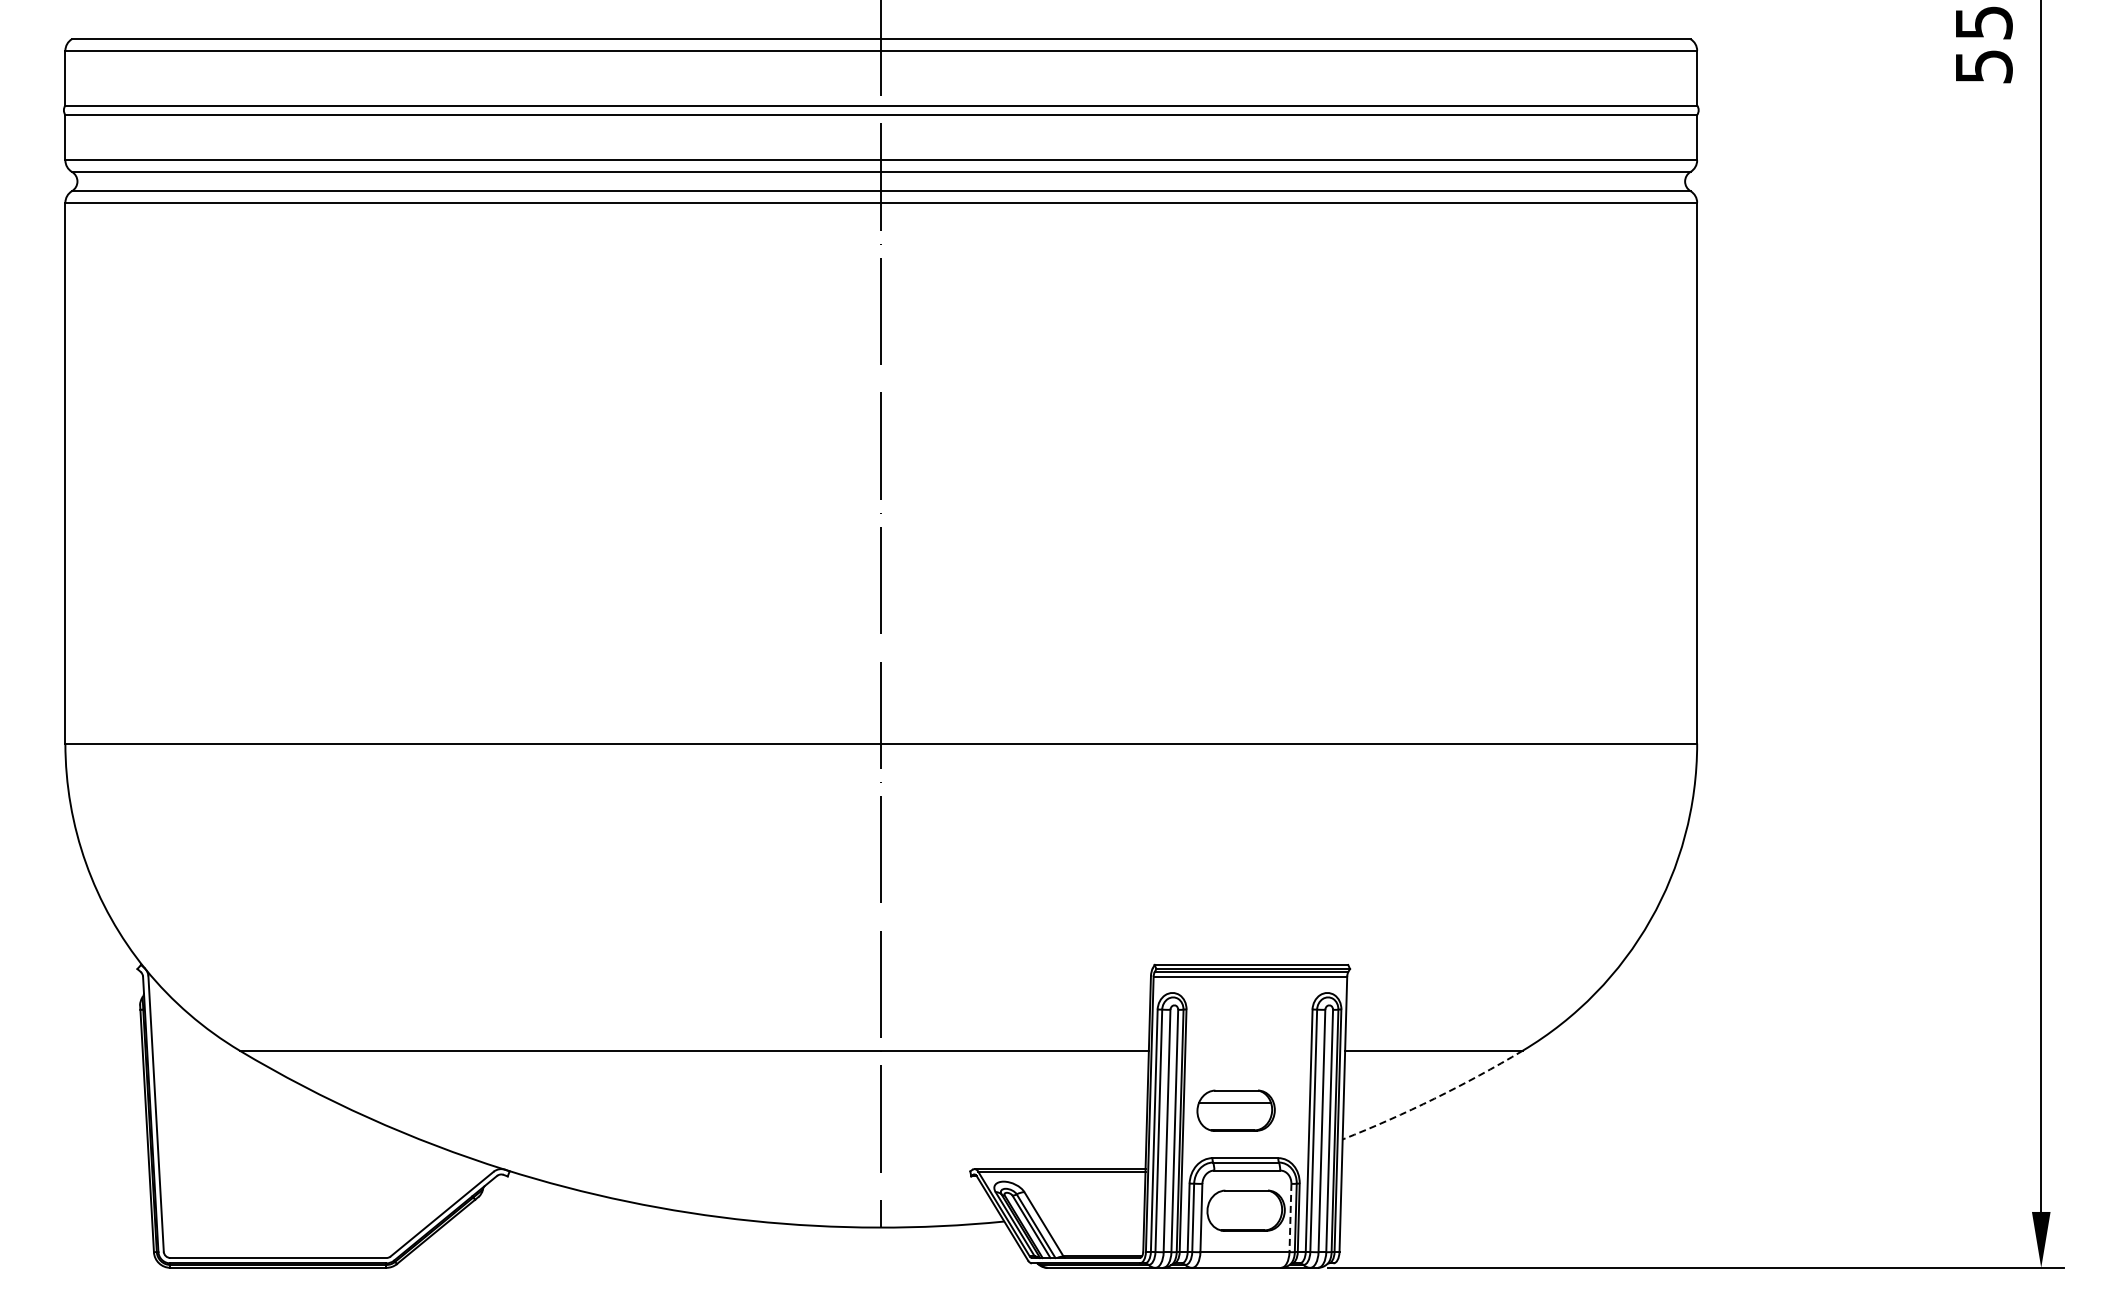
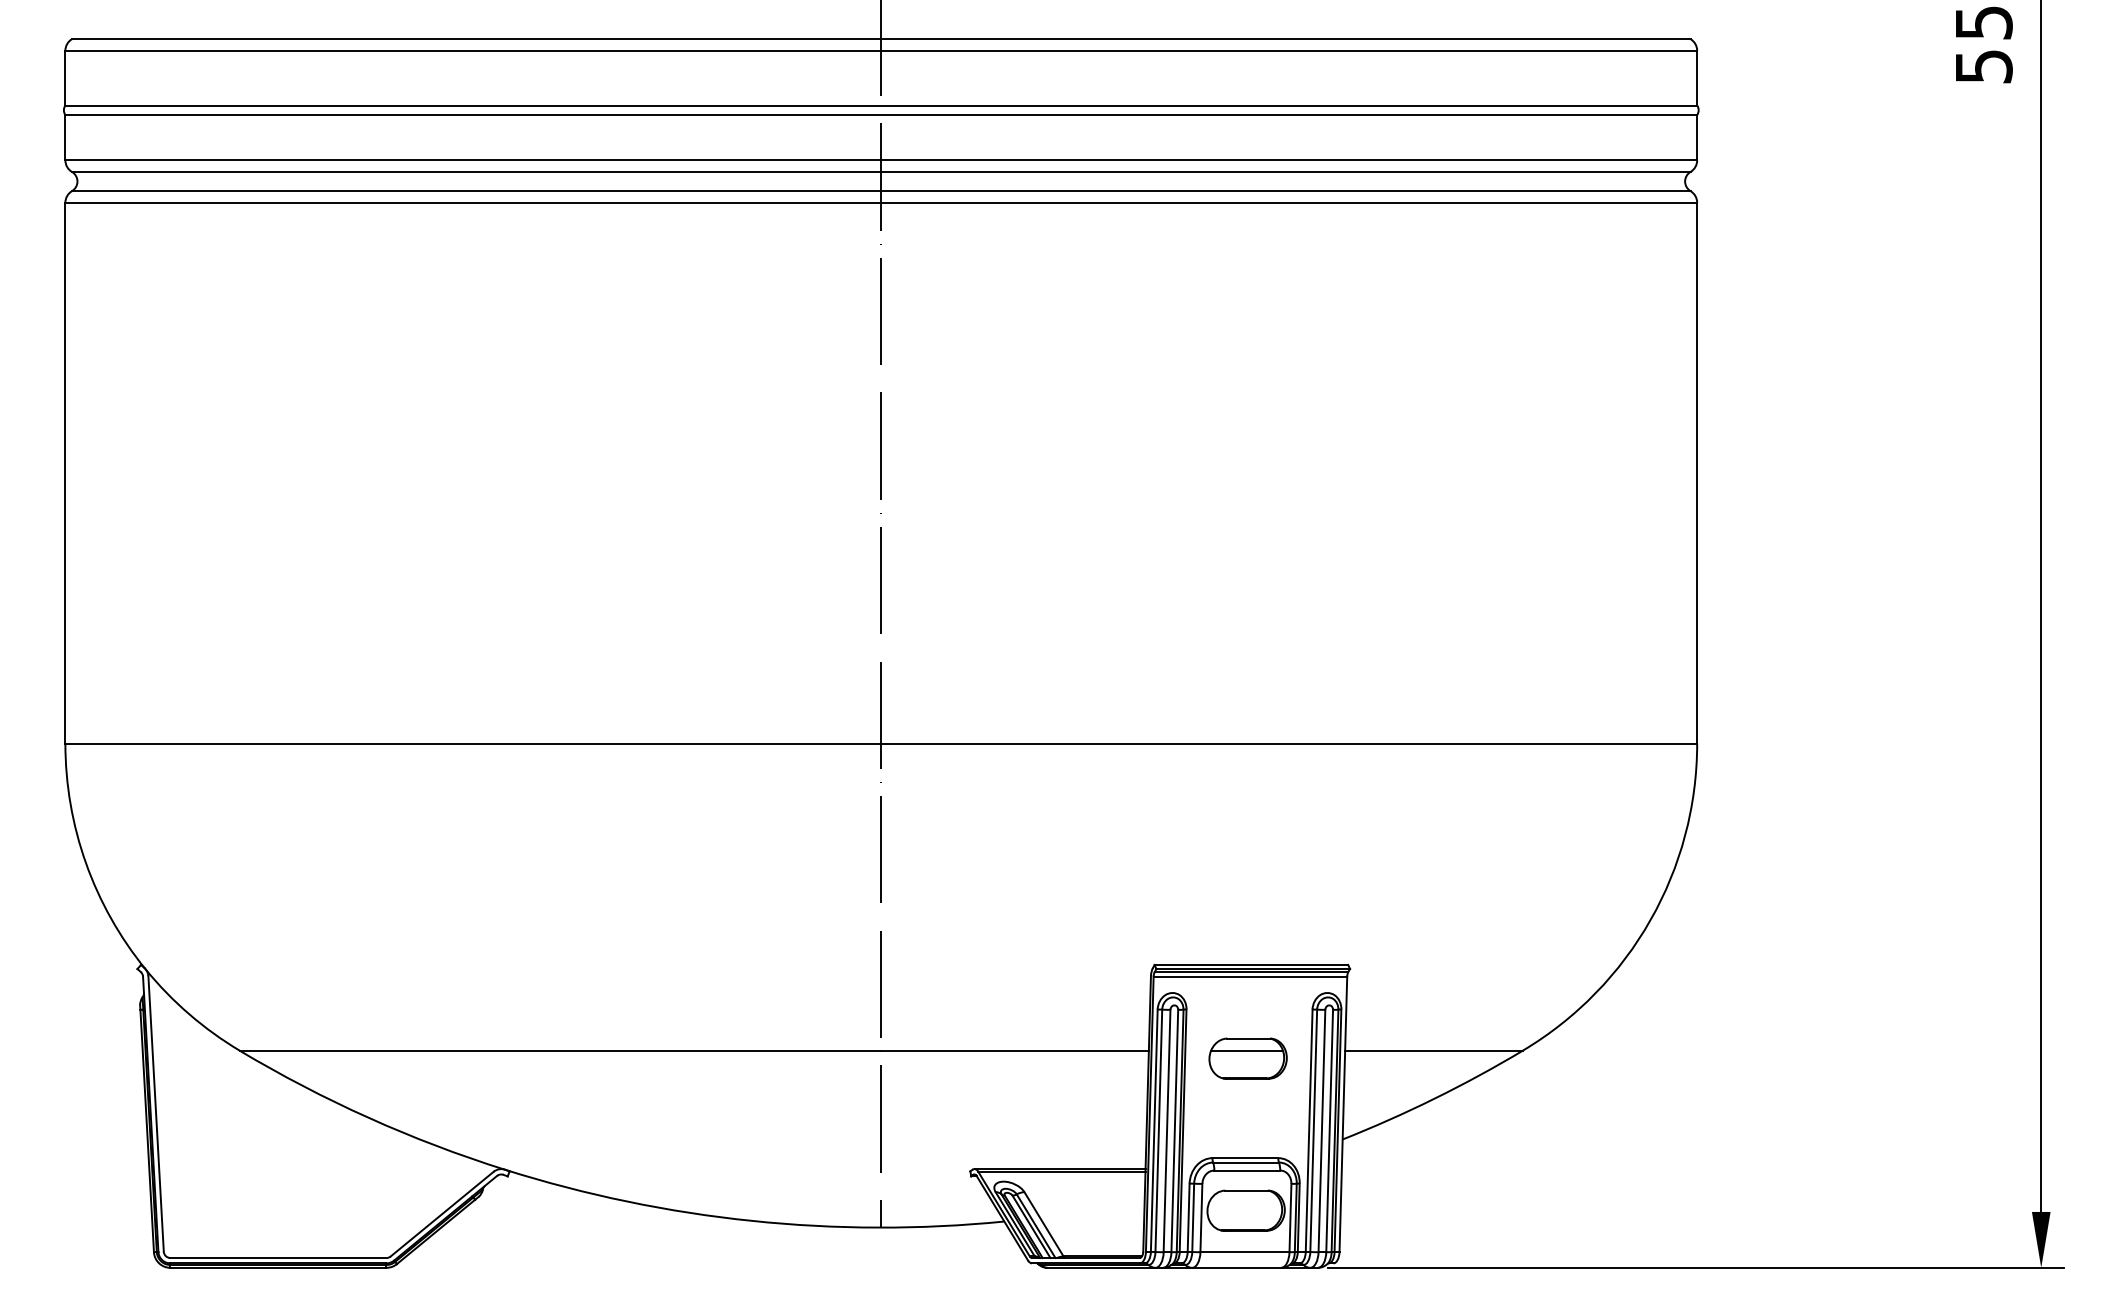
arc at (1434, 1098): dashed -> solid
part at (1235, 1110) position: (1235, 1110) -> (1247, 1058)
line at (1290, 1218): dashed -> solid
